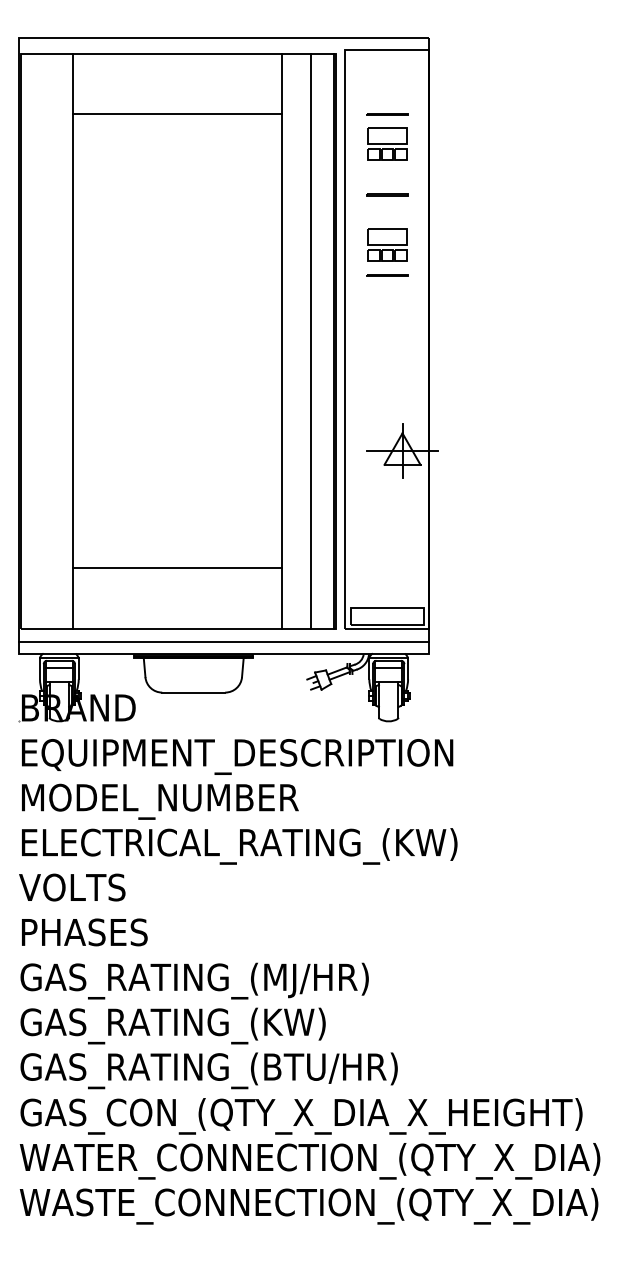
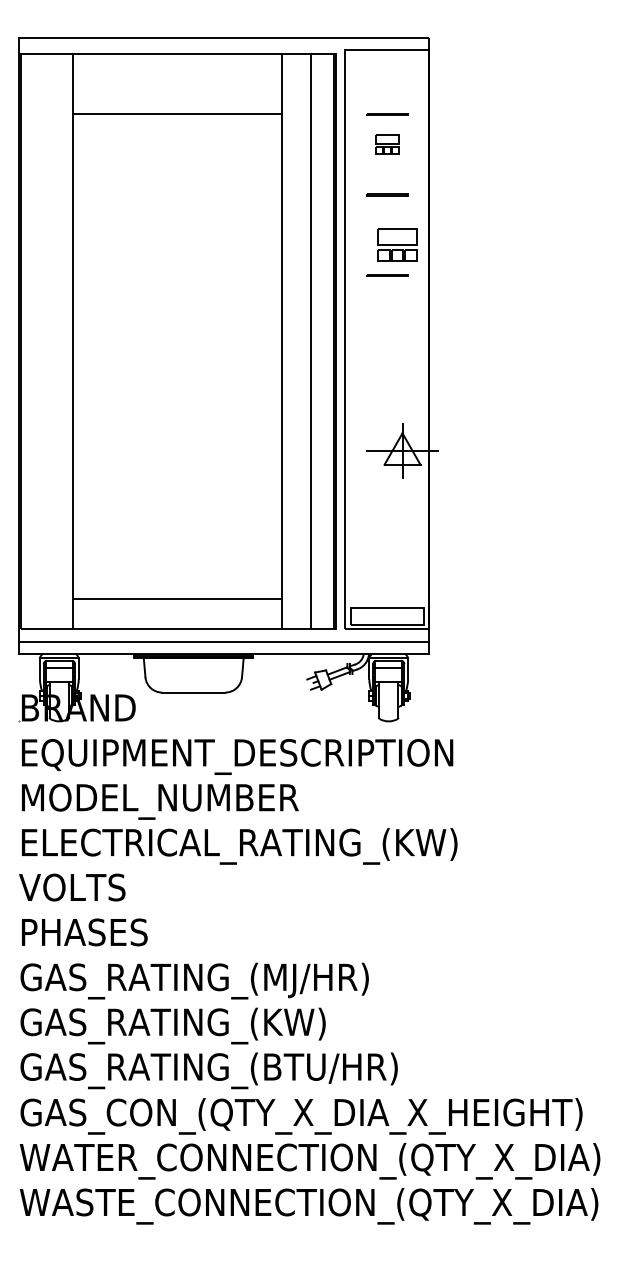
part at (387, 143) size: 41x34 px -> 25x21 px
part at (387, 244) position: (387, 244) -> (397, 244)
line at (177, 568) position: (177, 568) -> (177, 599)
